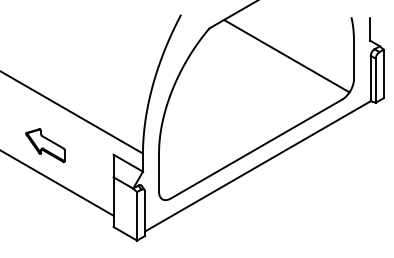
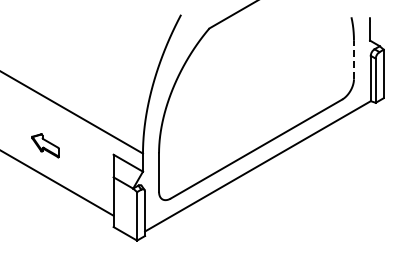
line at (286, 55): present -> none
line at (353, 59): solid -> dashed
part at (45, 145) size: 41x36 px -> 29x26 px
